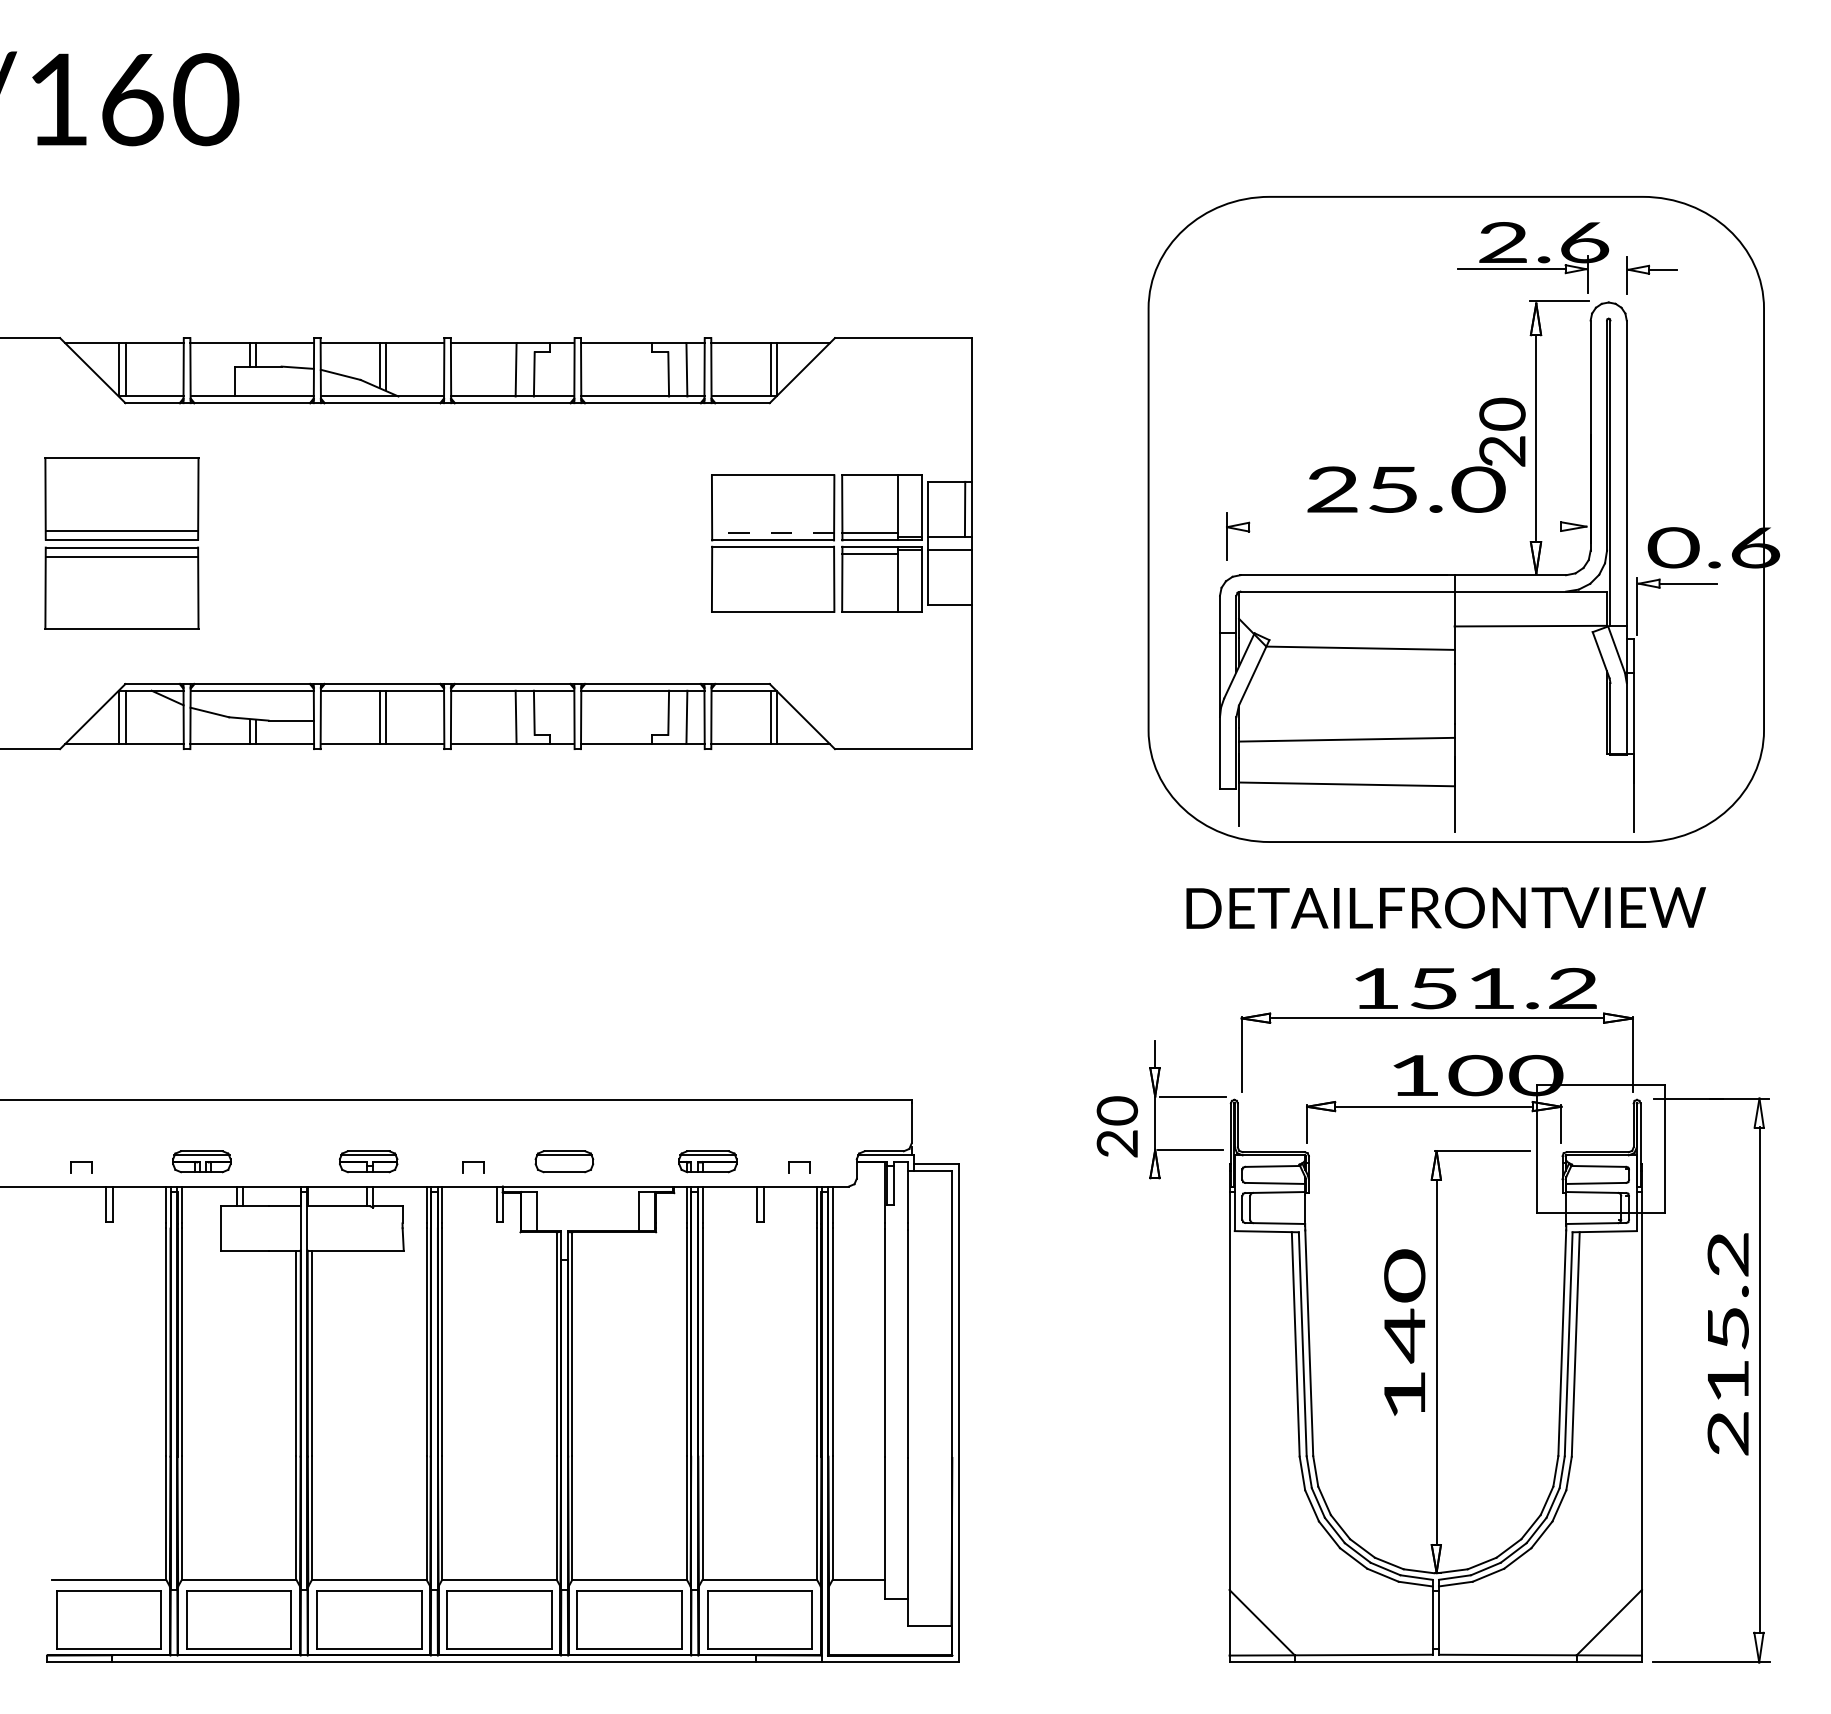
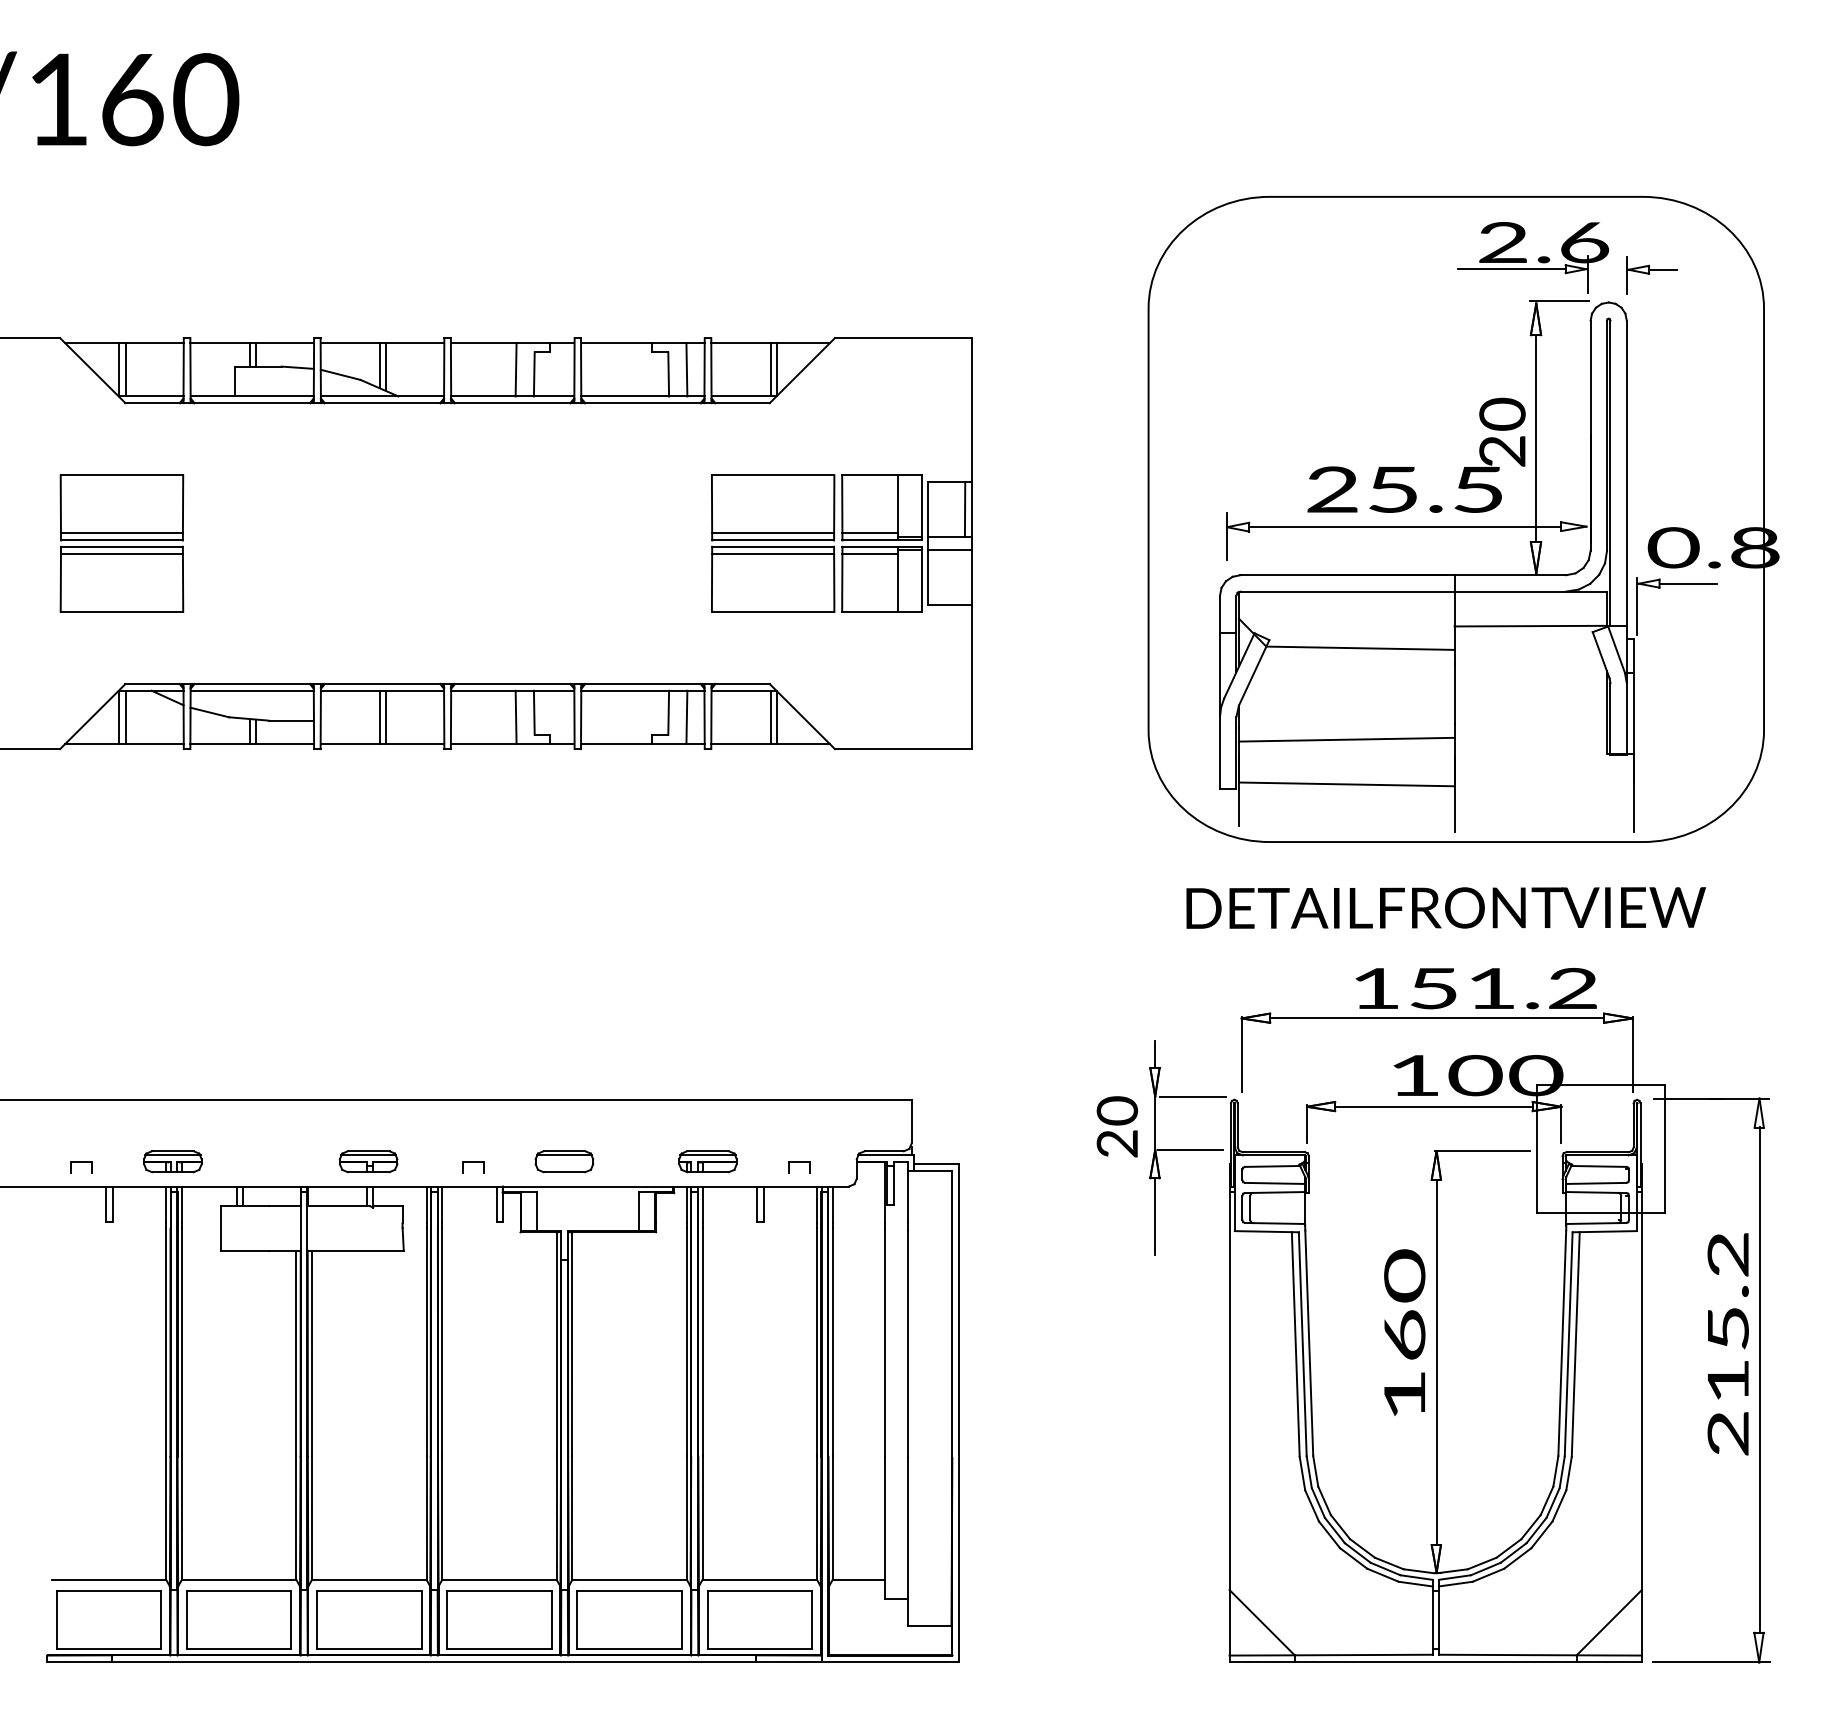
text at (1478, 489): 25.0 -> 25.5
line at (1404, 526): none -> present
line at (773, 533): dashed -> solid
part at (121, 543) size: 156x173 px -> 126x139 px
text at (1755, 547): 0.6 -> 0.8
line at (773, 553): none -> present
part at (201, 1161) position: (201, 1161) -> (172, 1161)
line at (1155, 1216): none -> present
text at (1404, 1335): 140 -> 160
